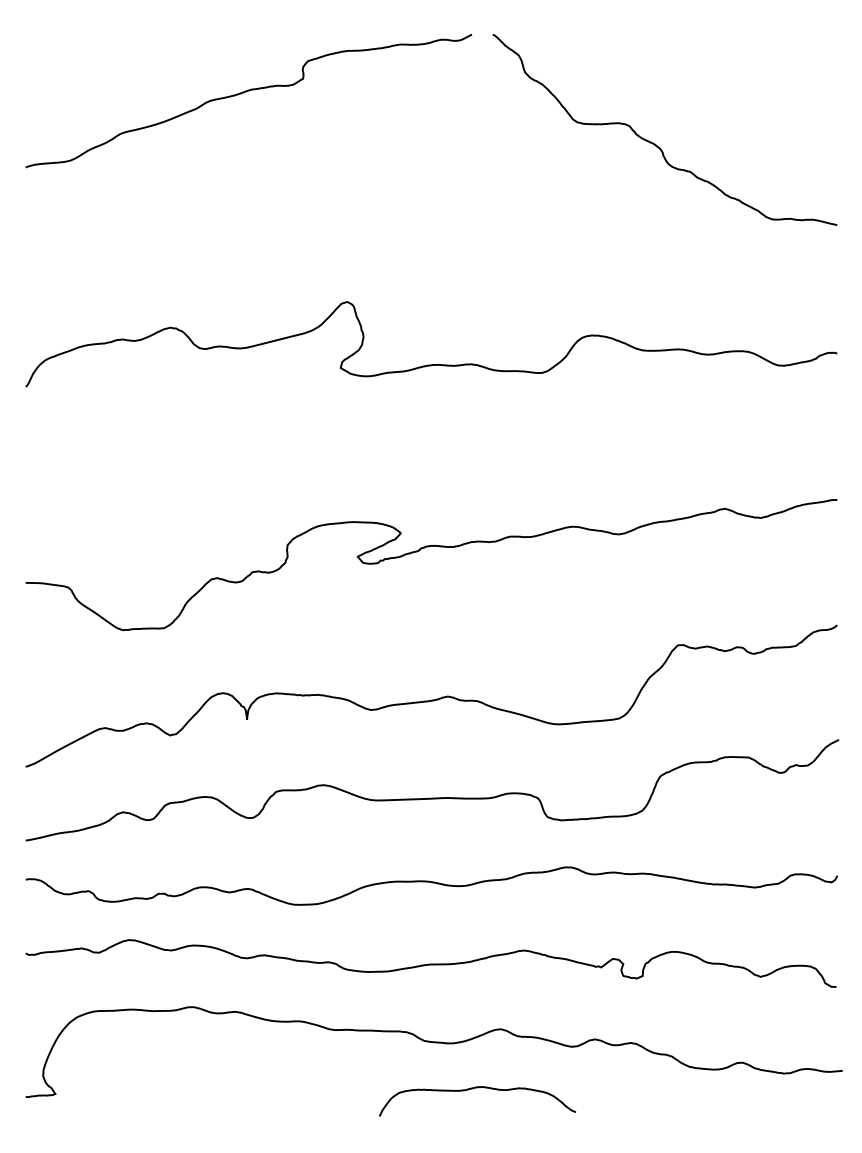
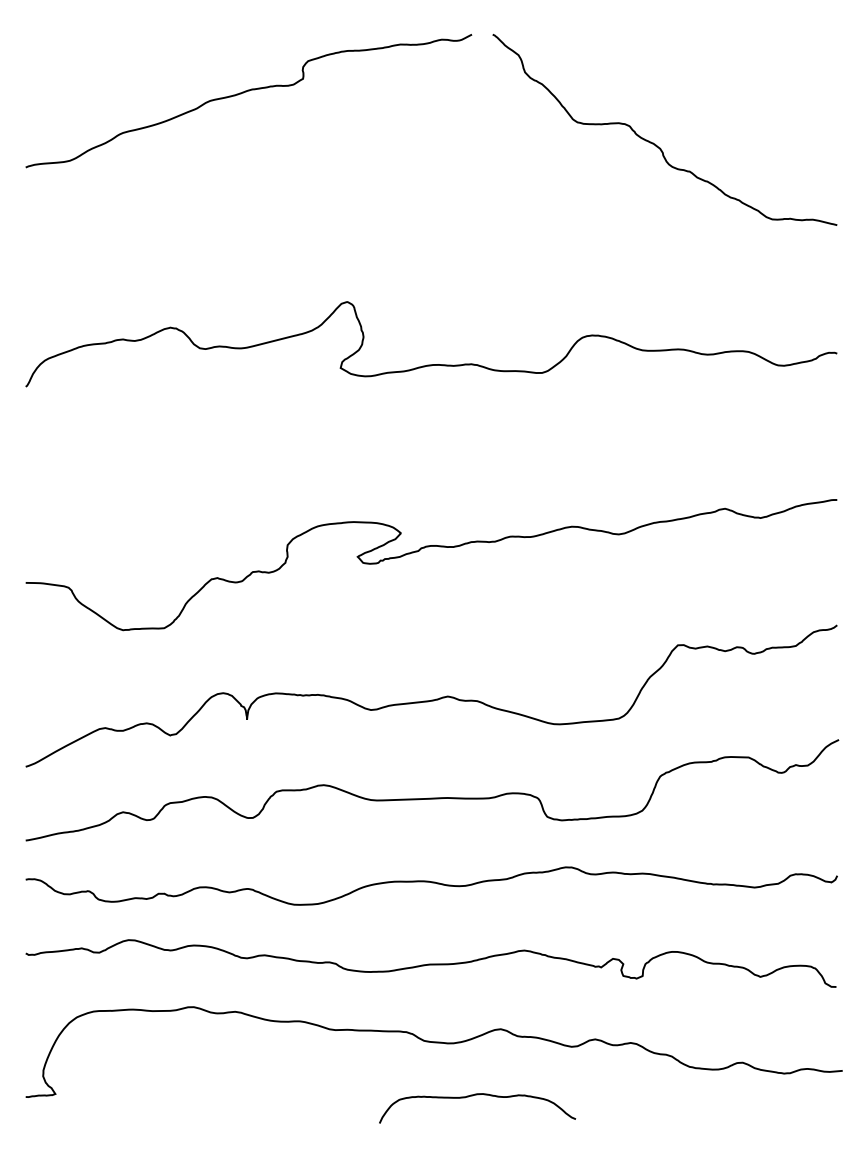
curve at (477, 1088) position: (477, 1088) -> (477, 1095)
